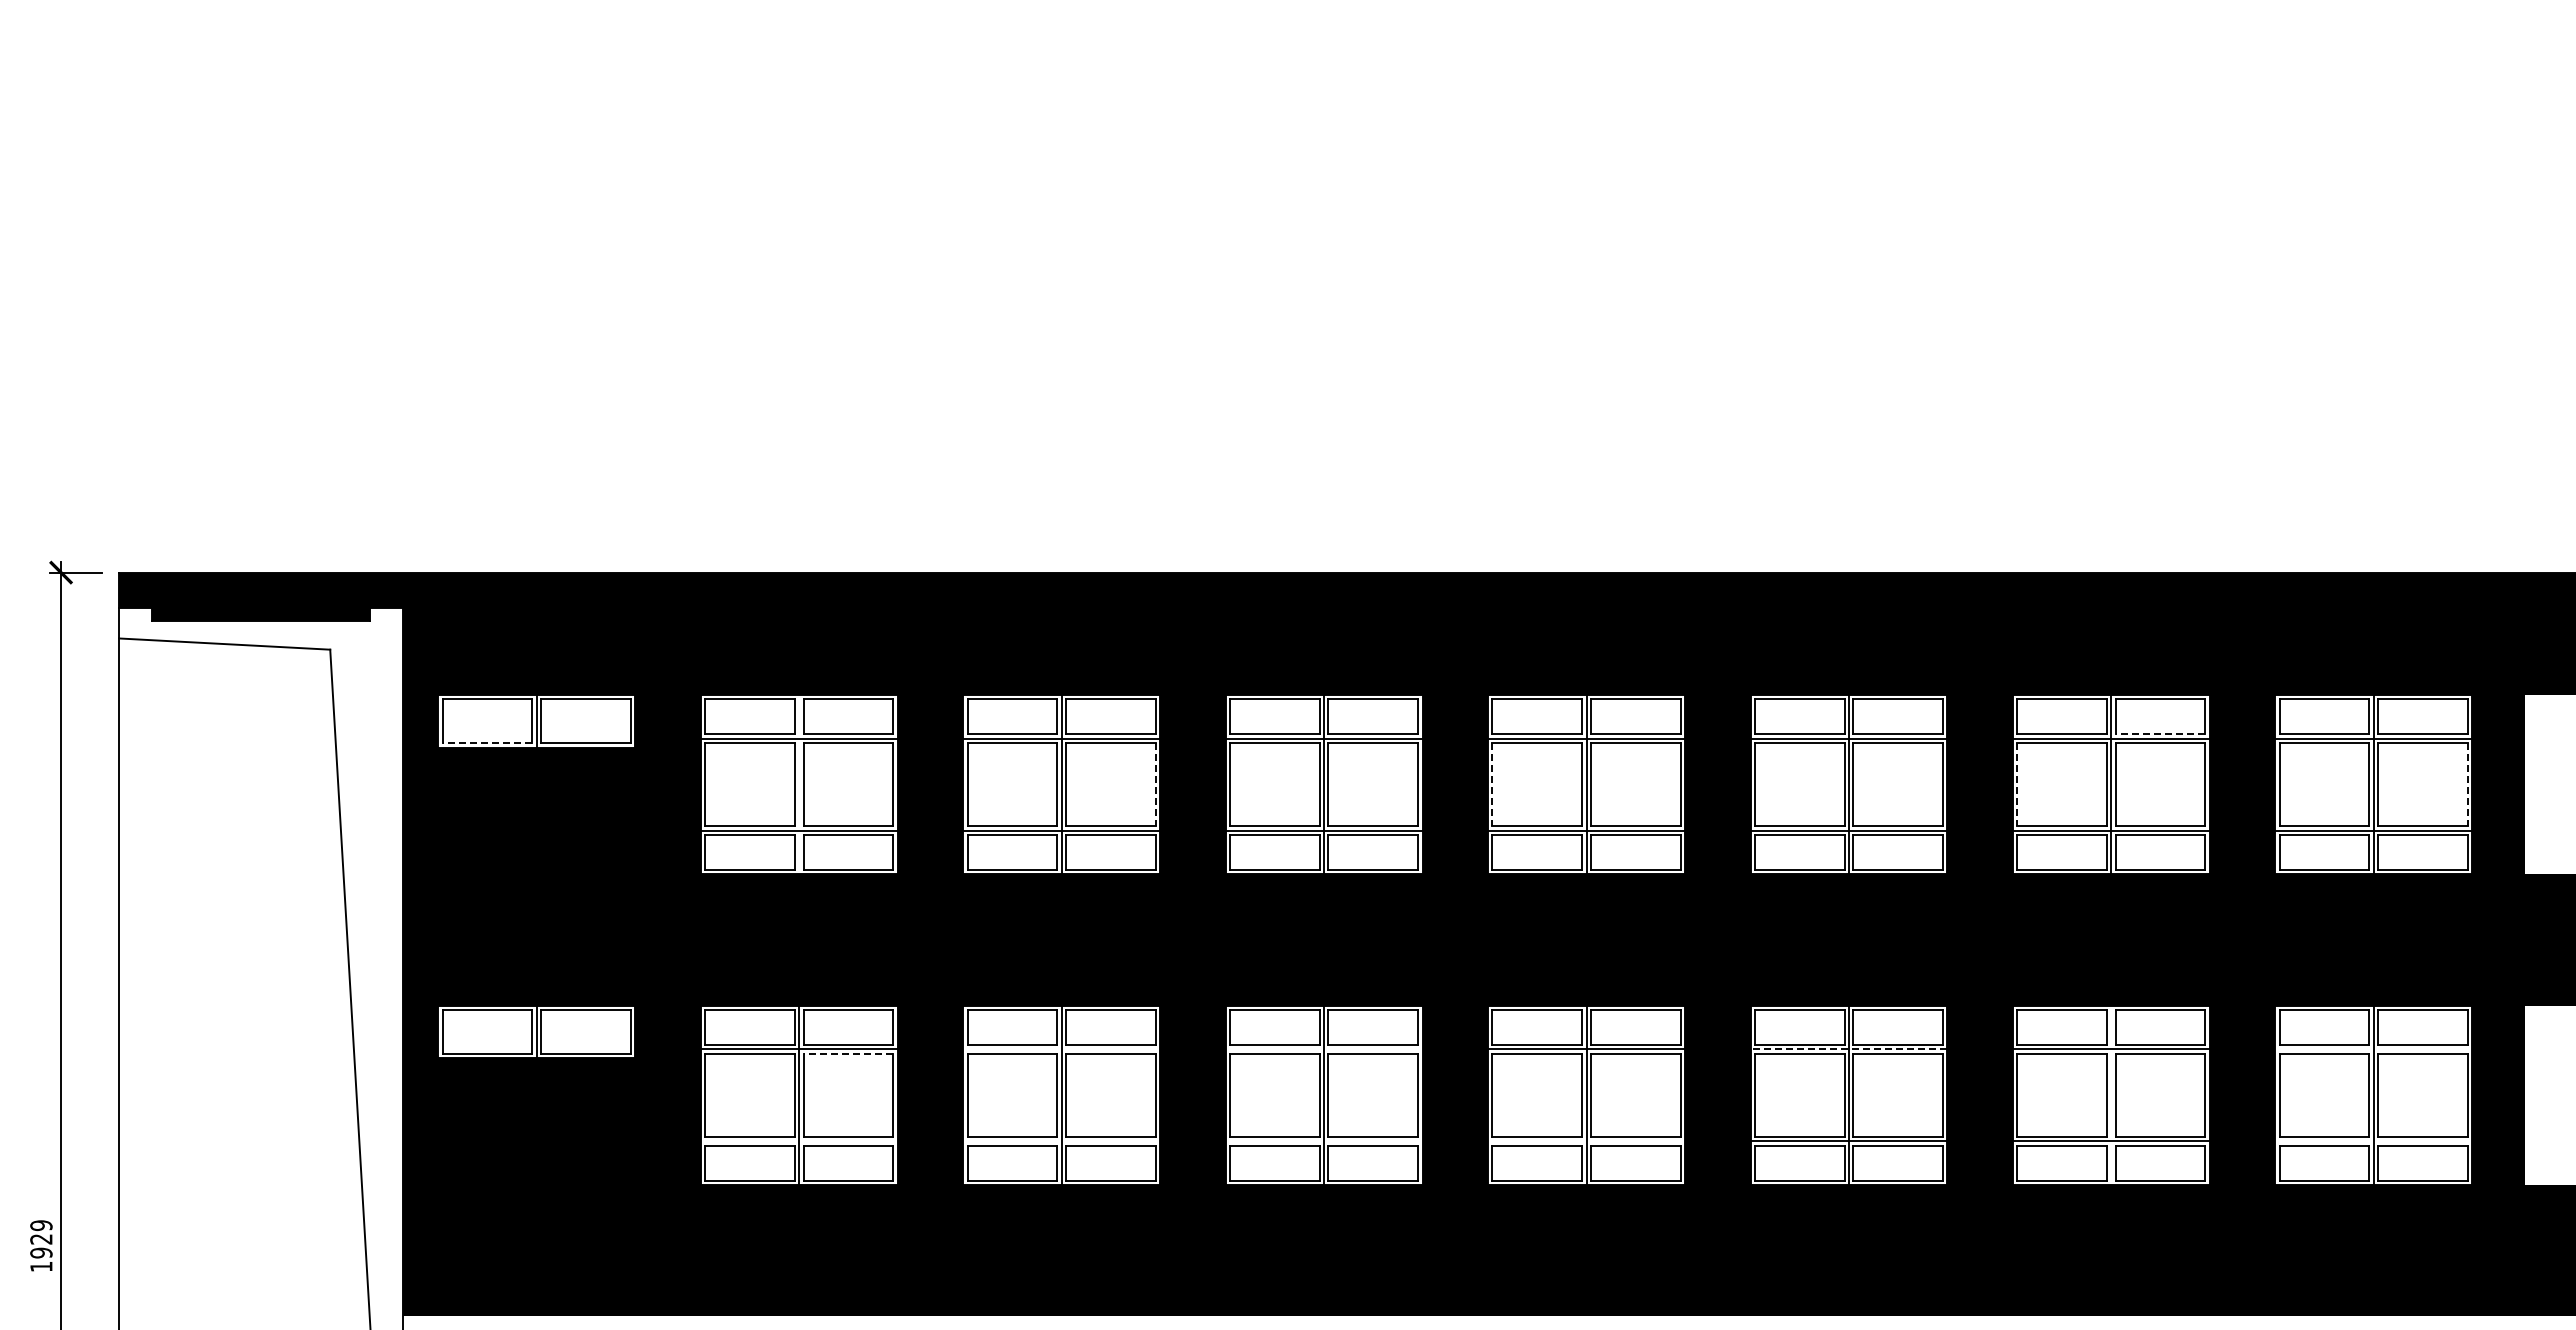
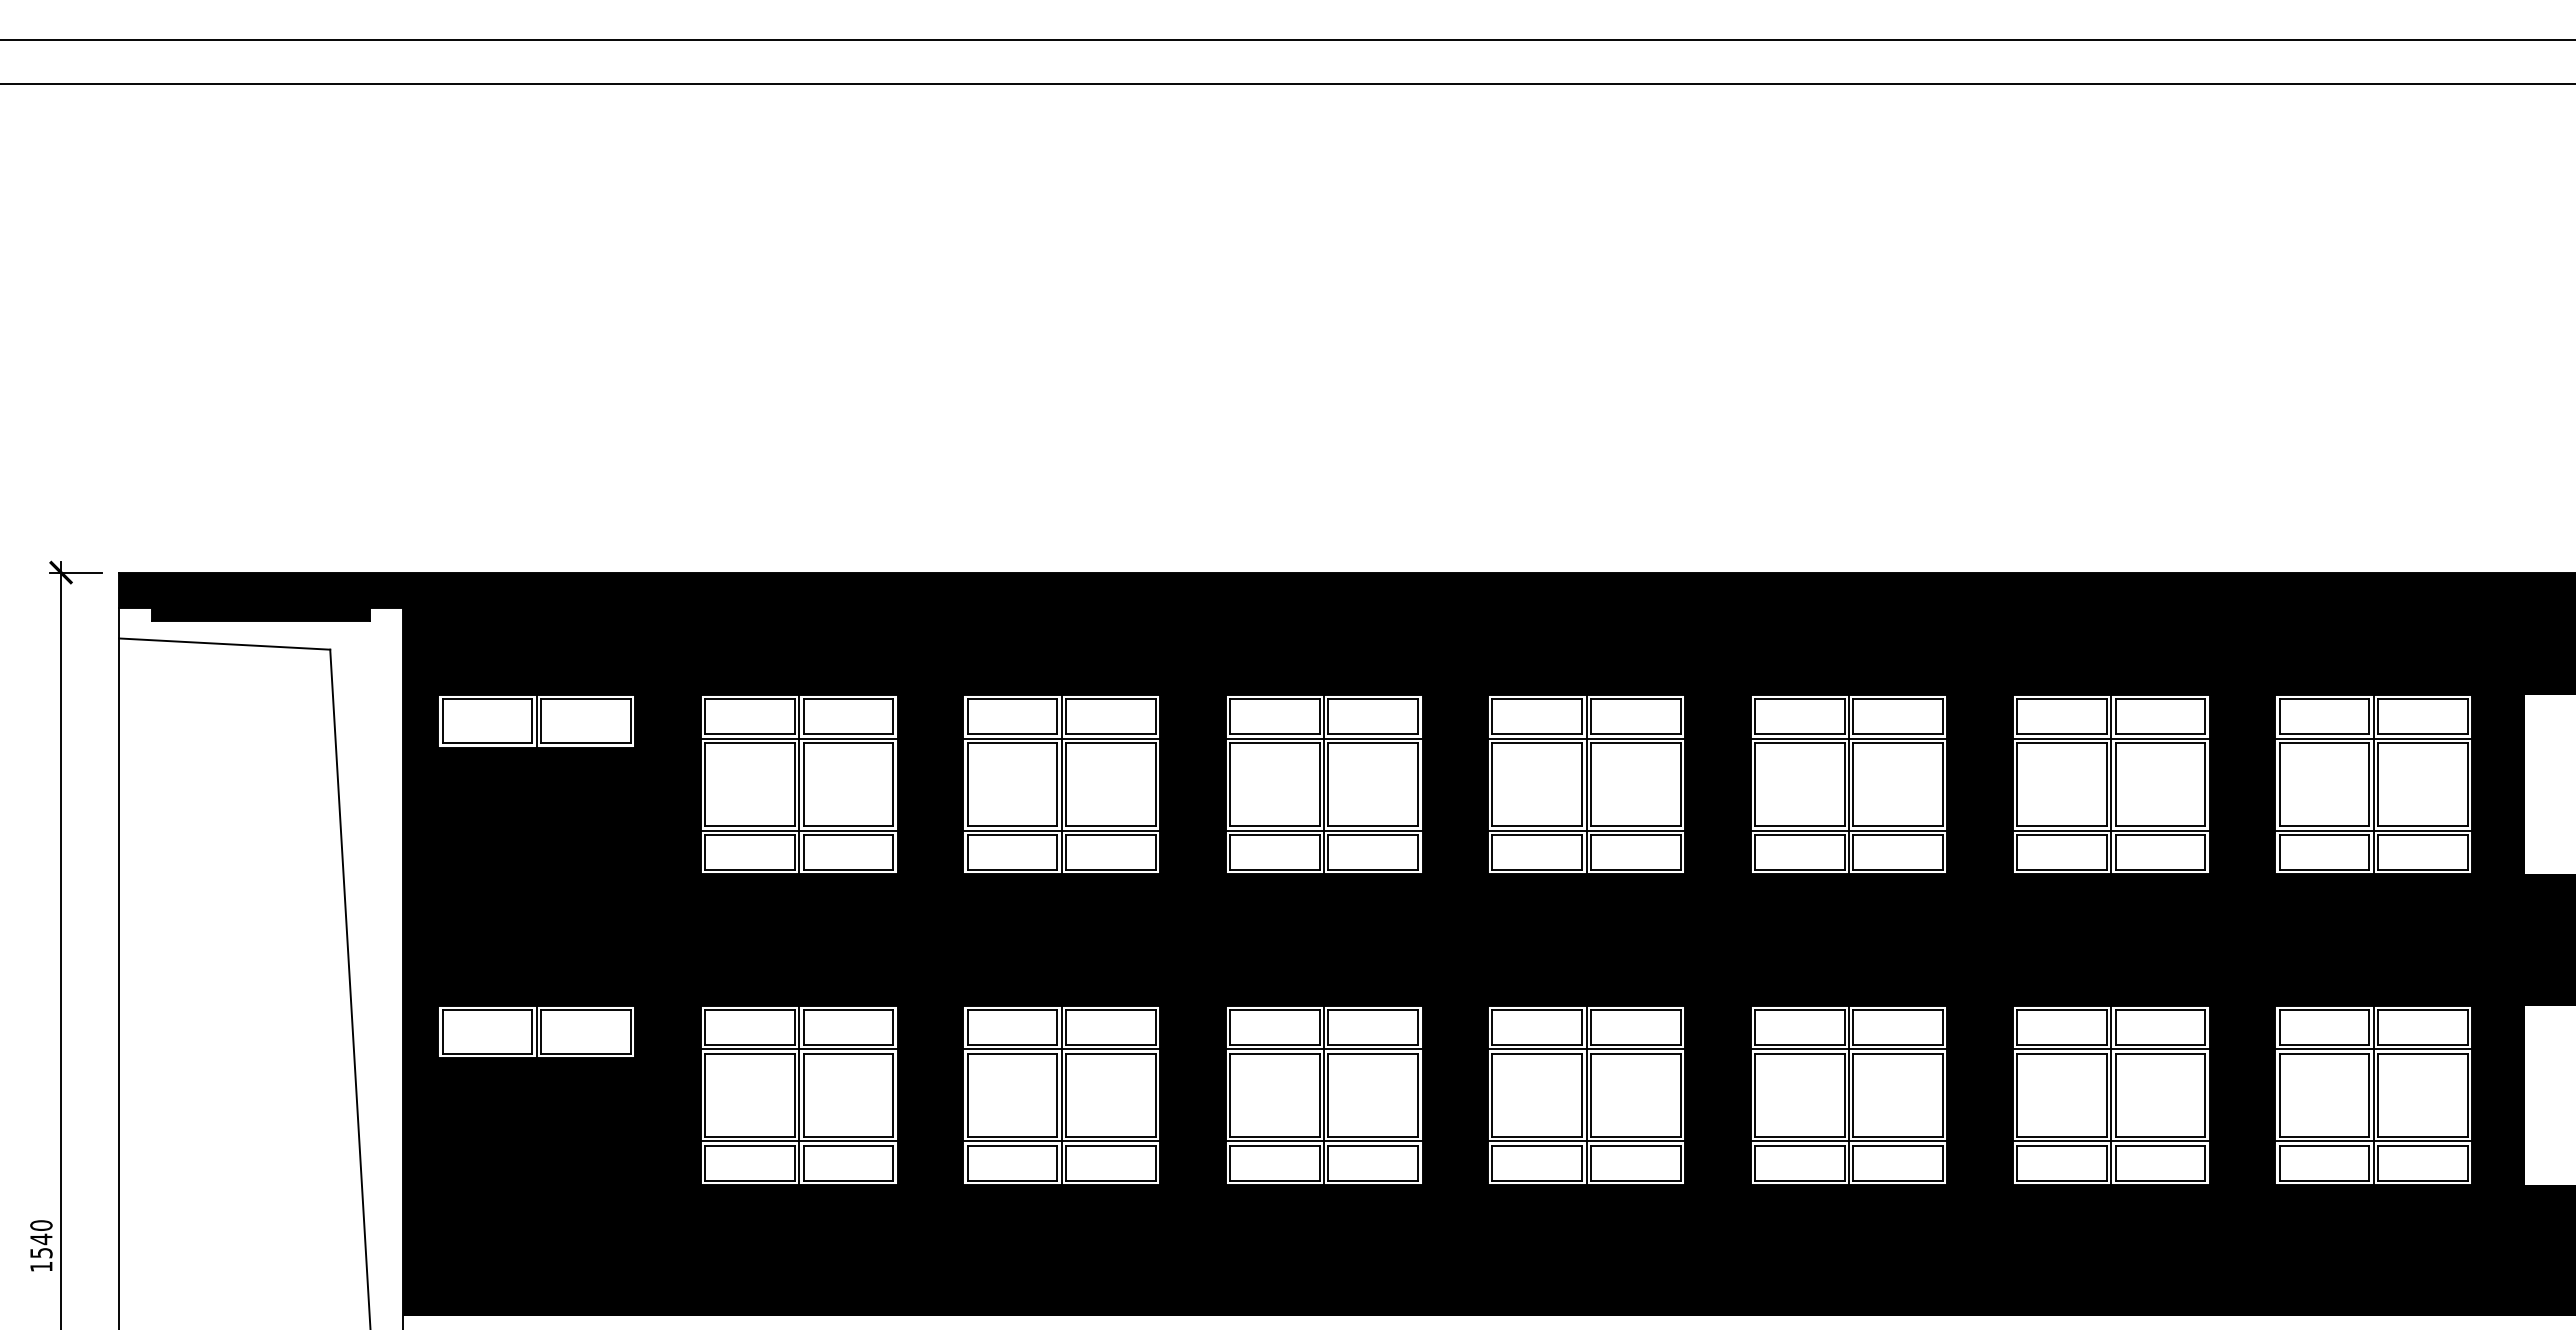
line at (1287, 39): none -> present
line at (1287, 83): none -> present
line at (2160, 734): dashed -> solid
line at (487, 743): dashed -> solid
line at (799, 784): none -> present
line at (1155, 784): dashed -> solid
line at (1492, 784): dashed -> solid
line at (2017, 784): dashed -> solid
line at (2467, 784): dashed -> solid
line at (1061, 1049): none -> present
line at (1323, 1049): none -> present
line at (1848, 1049): dashed -> solid
line at (2373, 1049): none -> present
line at (848, 1053): dashed -> solid
line at (2111, 1094): none -> present
line at (798, 1141): none -> present
line at (1061, 1141): none -> present
line at (1323, 1141): none -> present
line at (1586, 1141): none -> present
line at (2373, 1141): none -> present
text at (41, 1239): 1929 -> 1540
